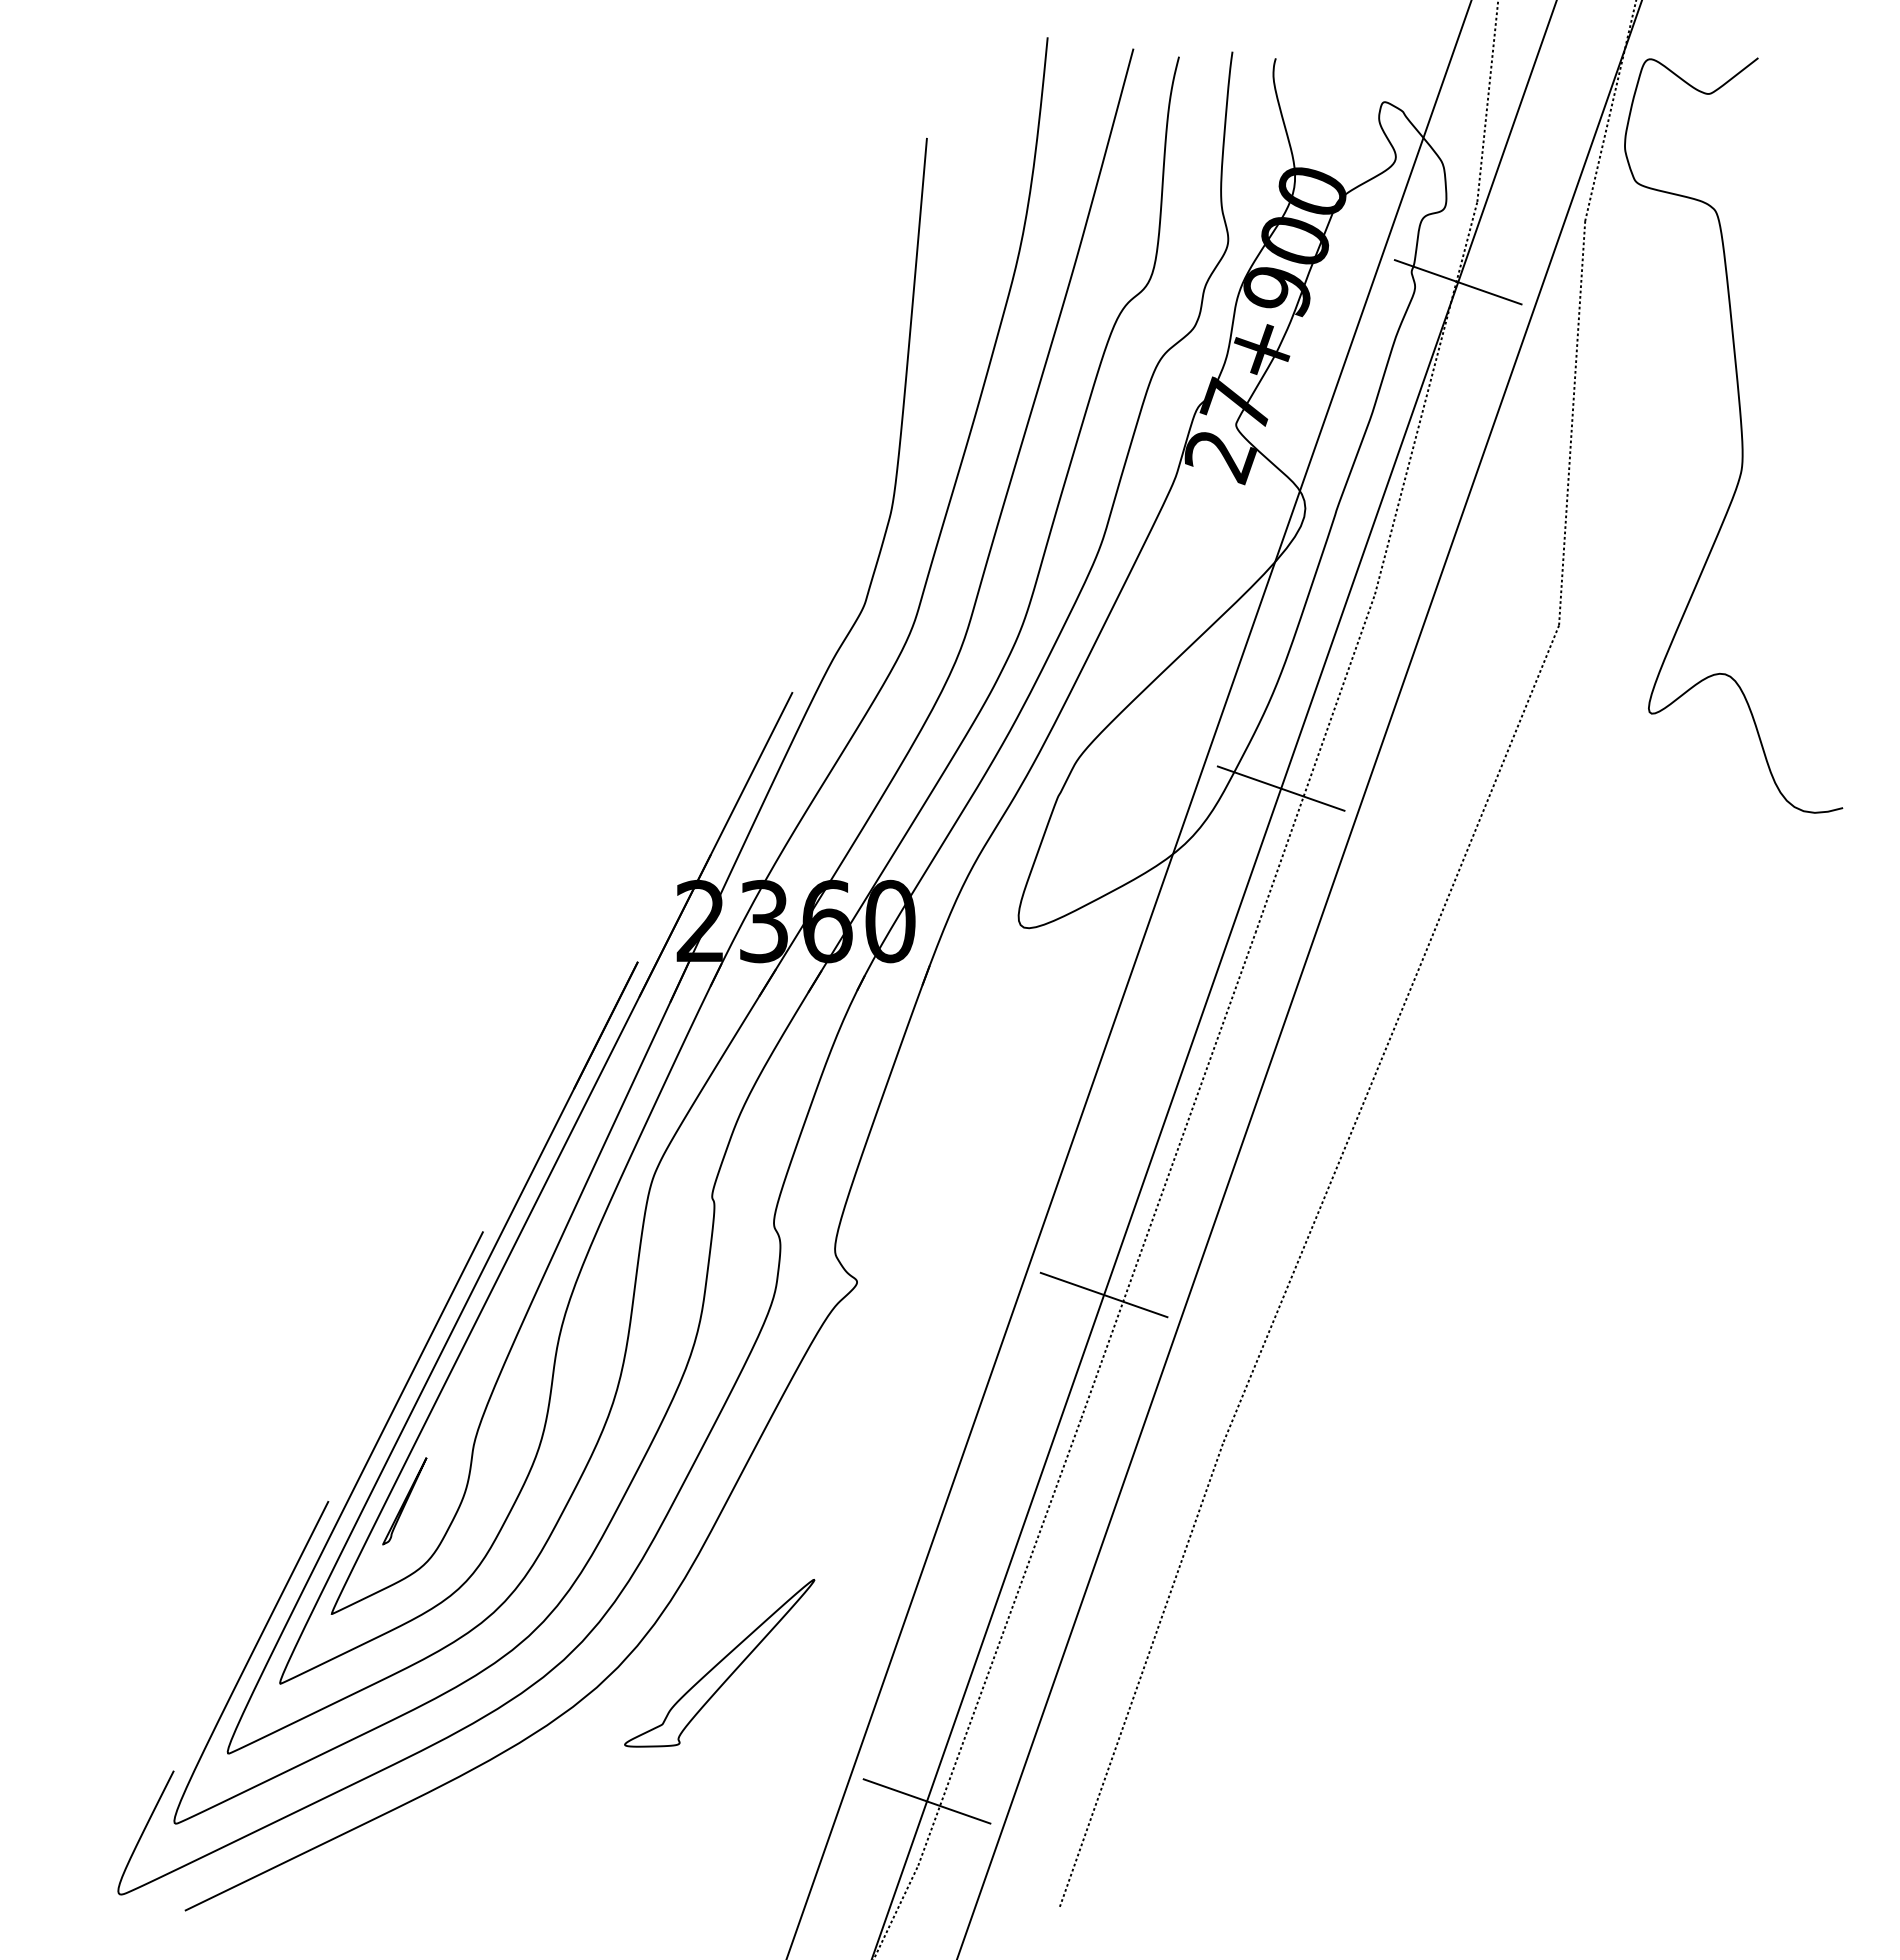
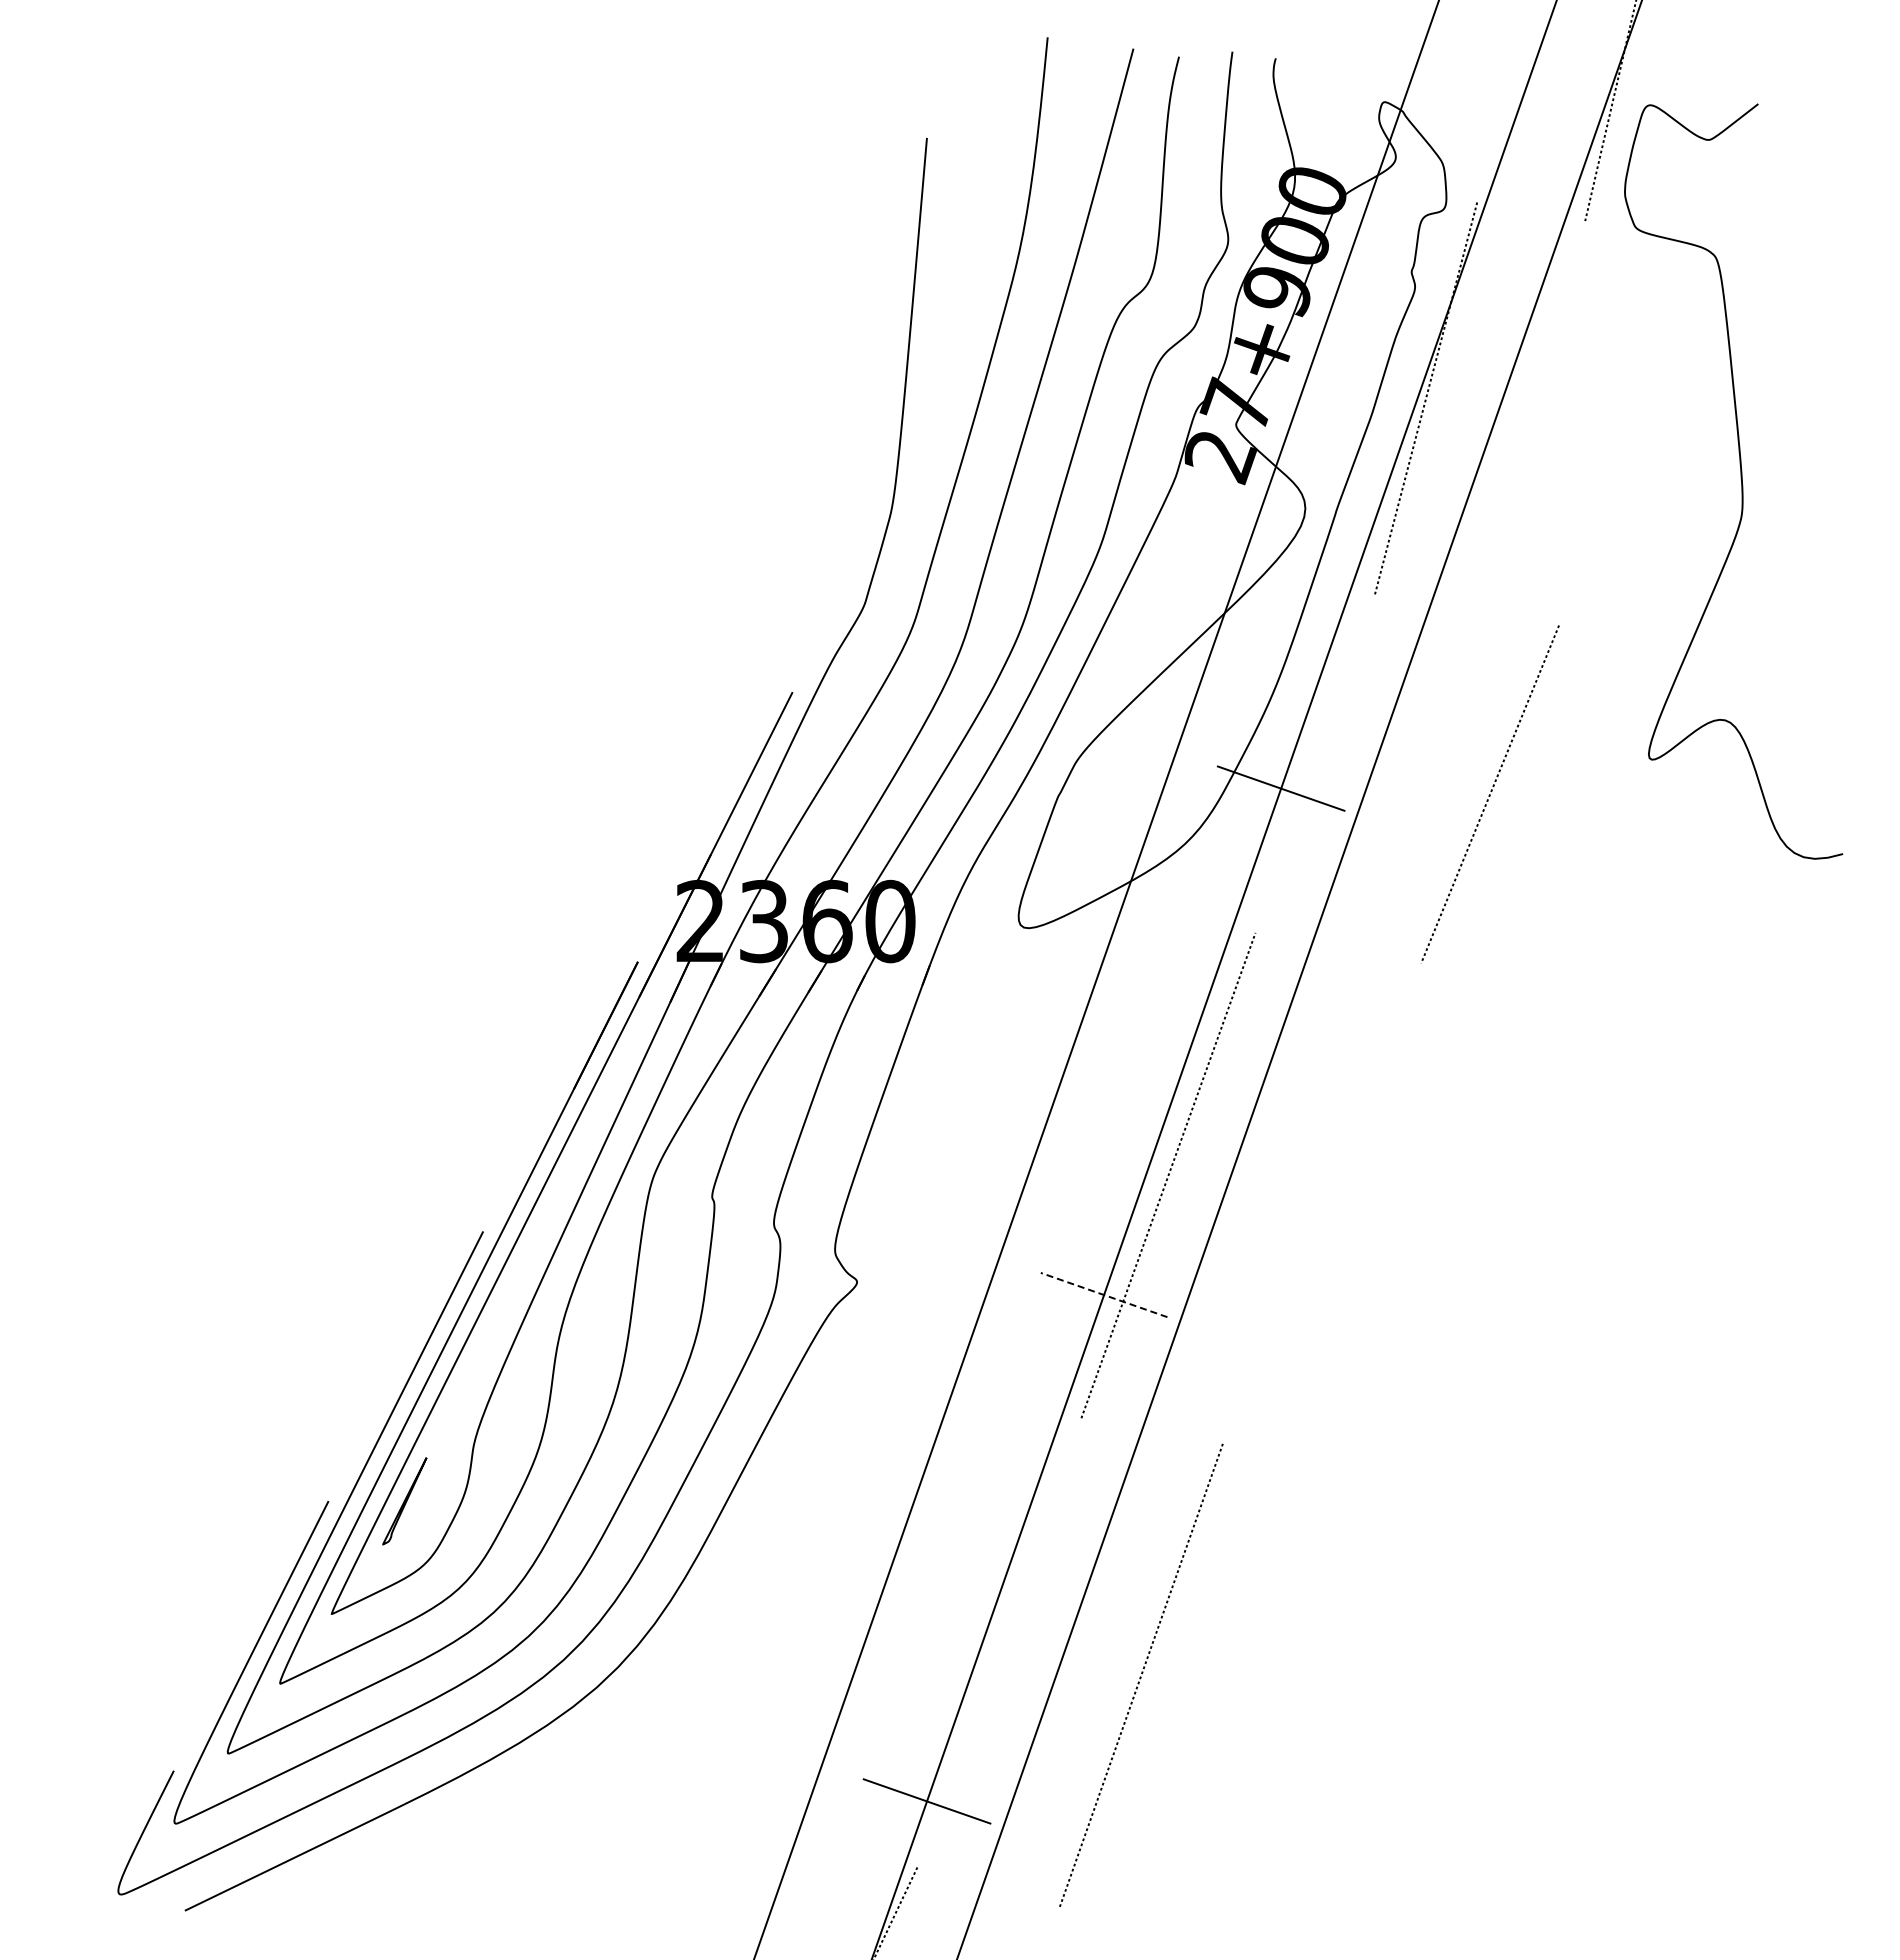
line at (1487, 101): present -> none
line at (1457, 282): present -> none
line at (1572, 423): present -> none
curve at (1740, 432) position: (1740, 432) -> (1740, 478)
line at (1315, 763): present -> none
line at (1128, 979) position: (1128, 979) -> (1096, 979)
line at (1321, 1203): present -> none
line at (1103, 1294): solid -> dashed
line at (999, 1641): present -> none
part at (719, 1663): present -> none
